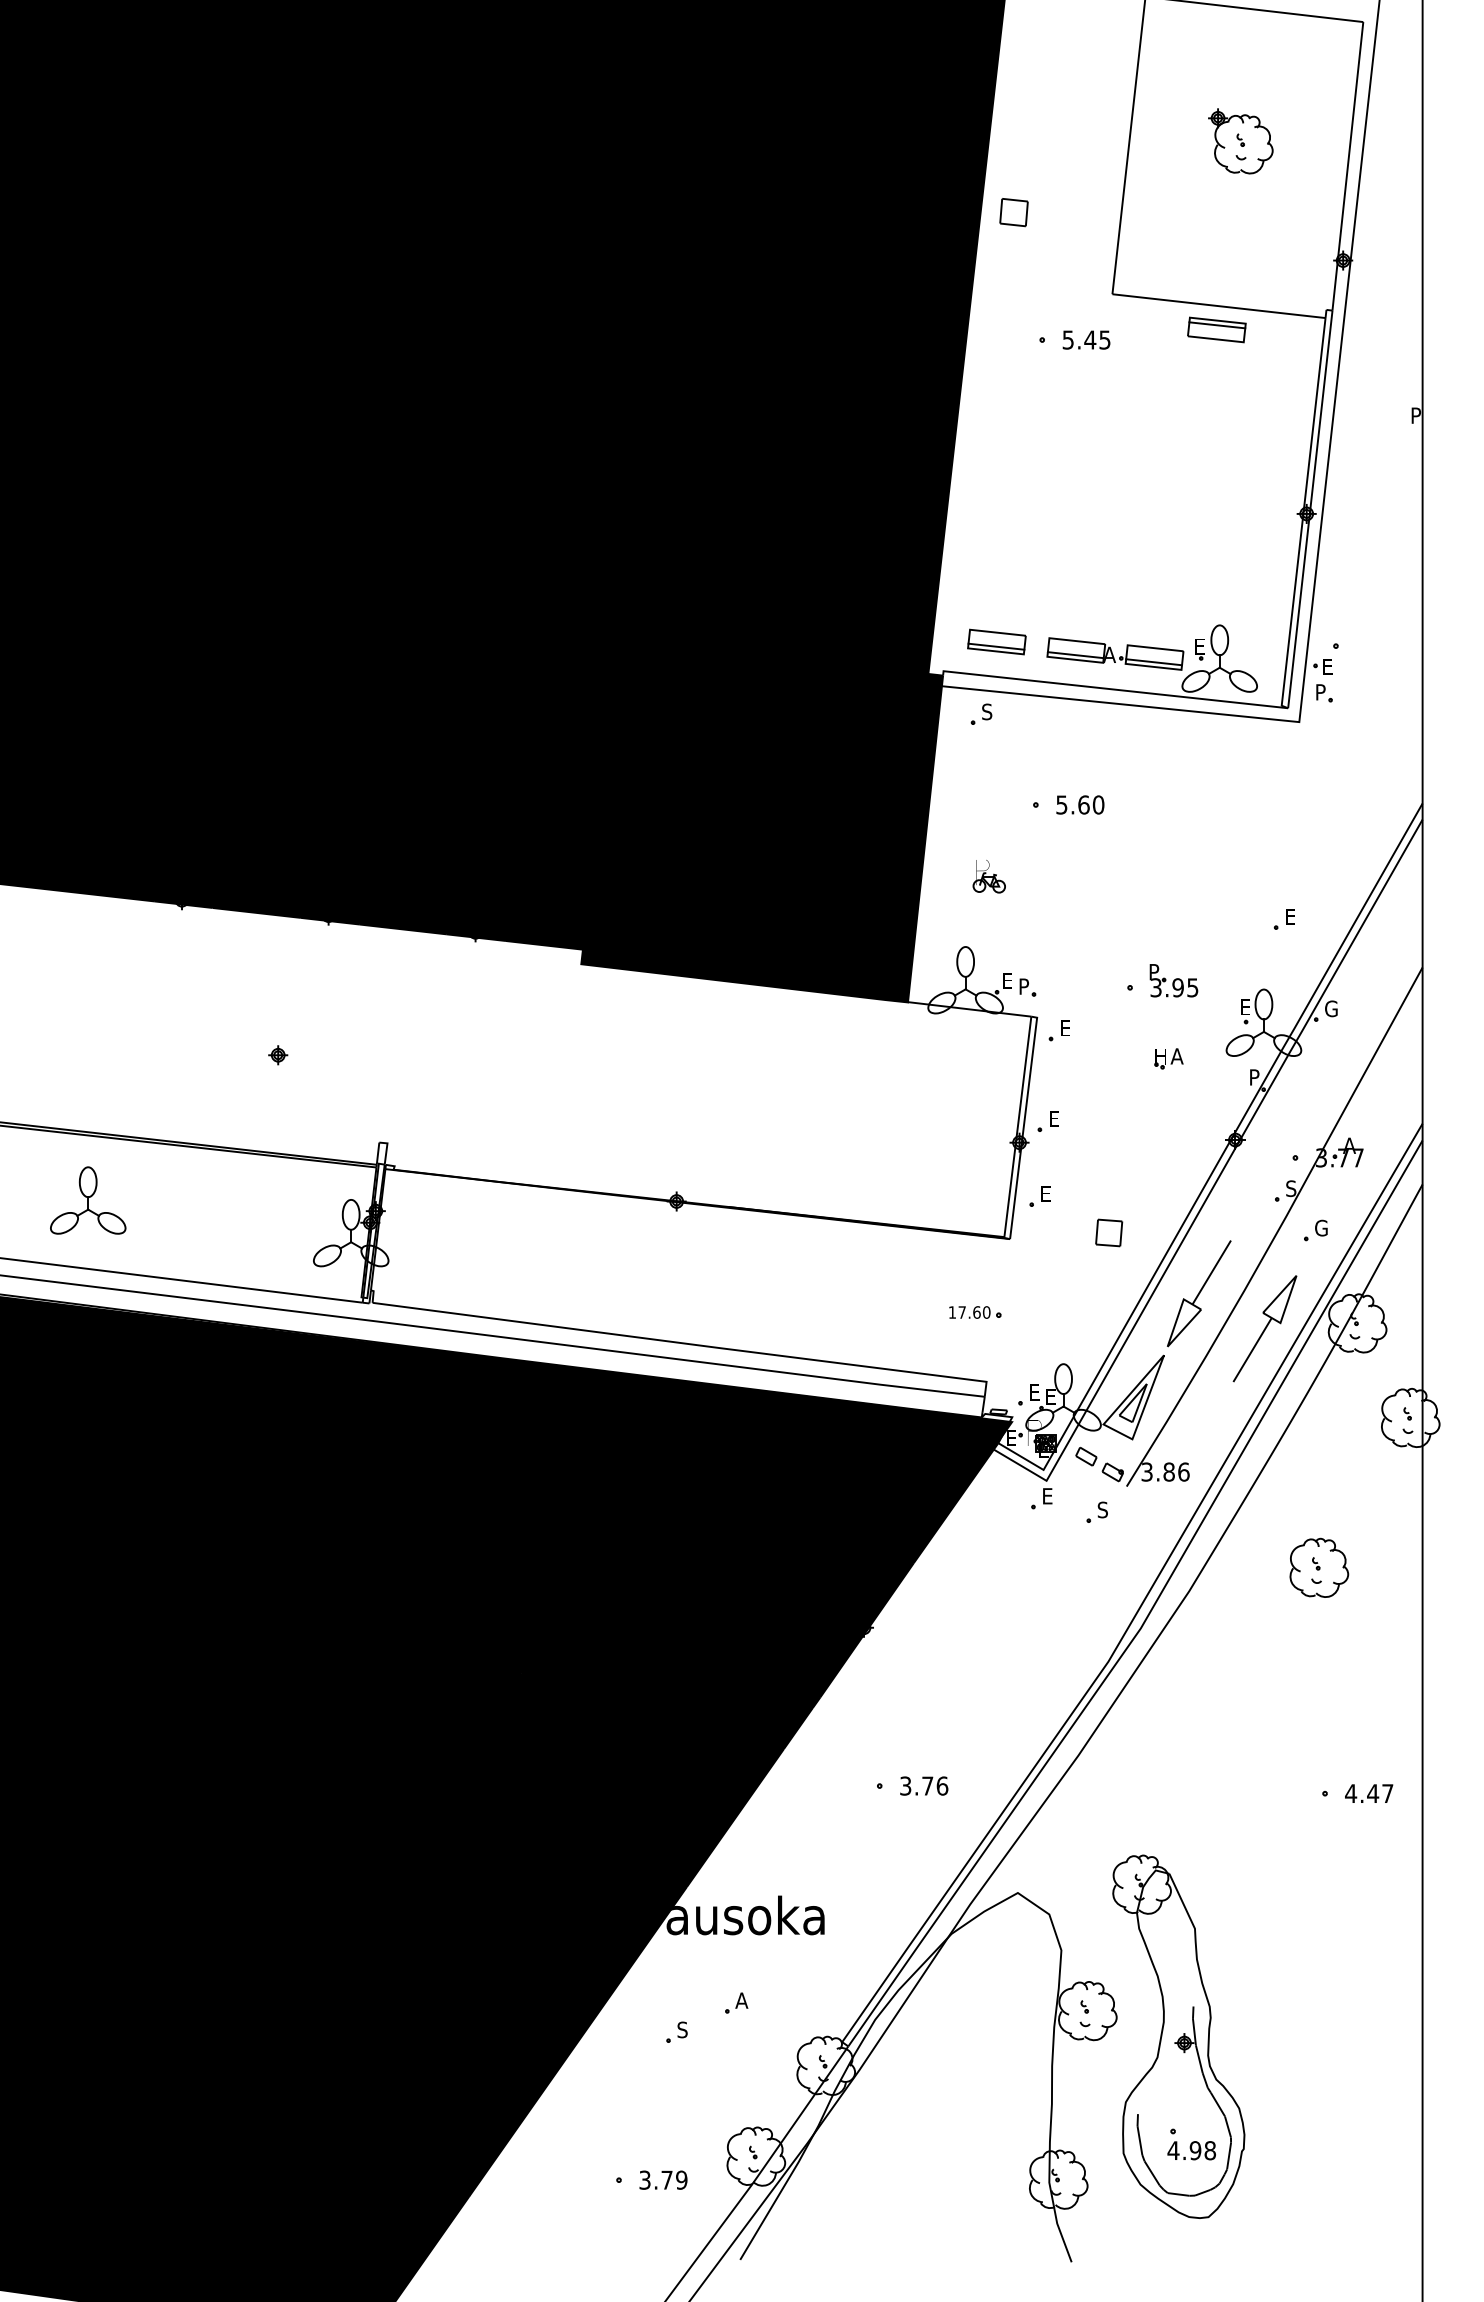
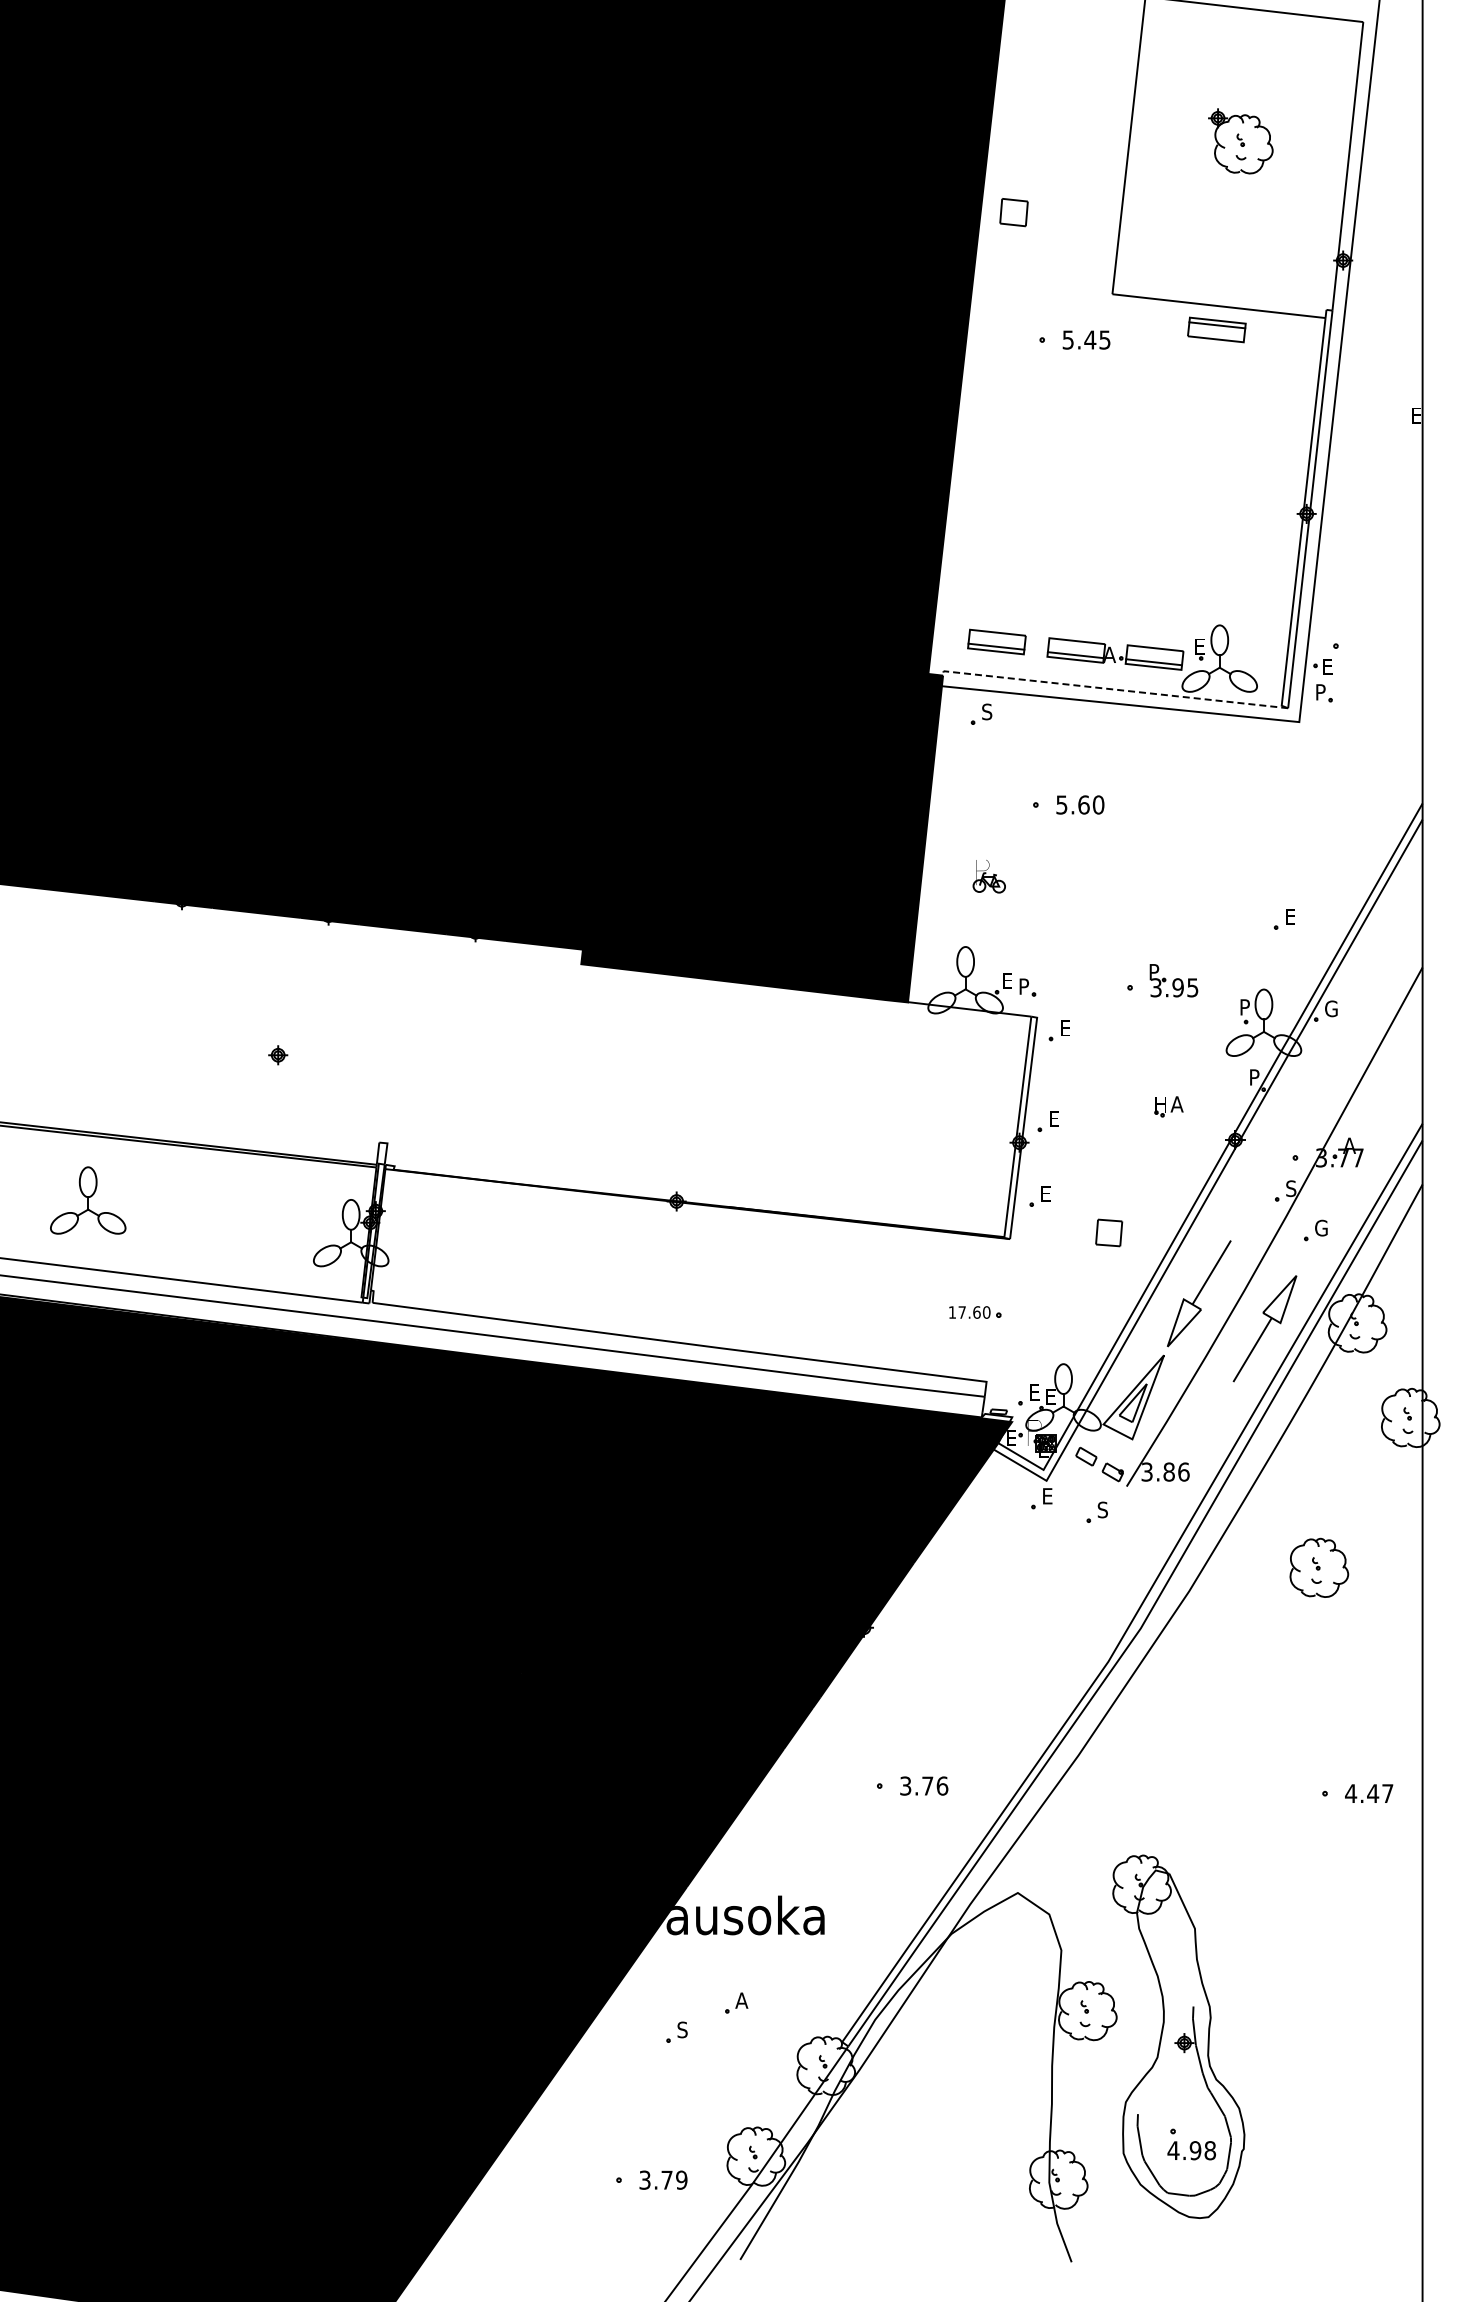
text at (1415, 415): P -> E
line at (1112, 689): solid -> dashed
text at (1244, 1007): E -> P
part at (1168, 1058) position: (1168, 1058) -> (1168, 1106)
